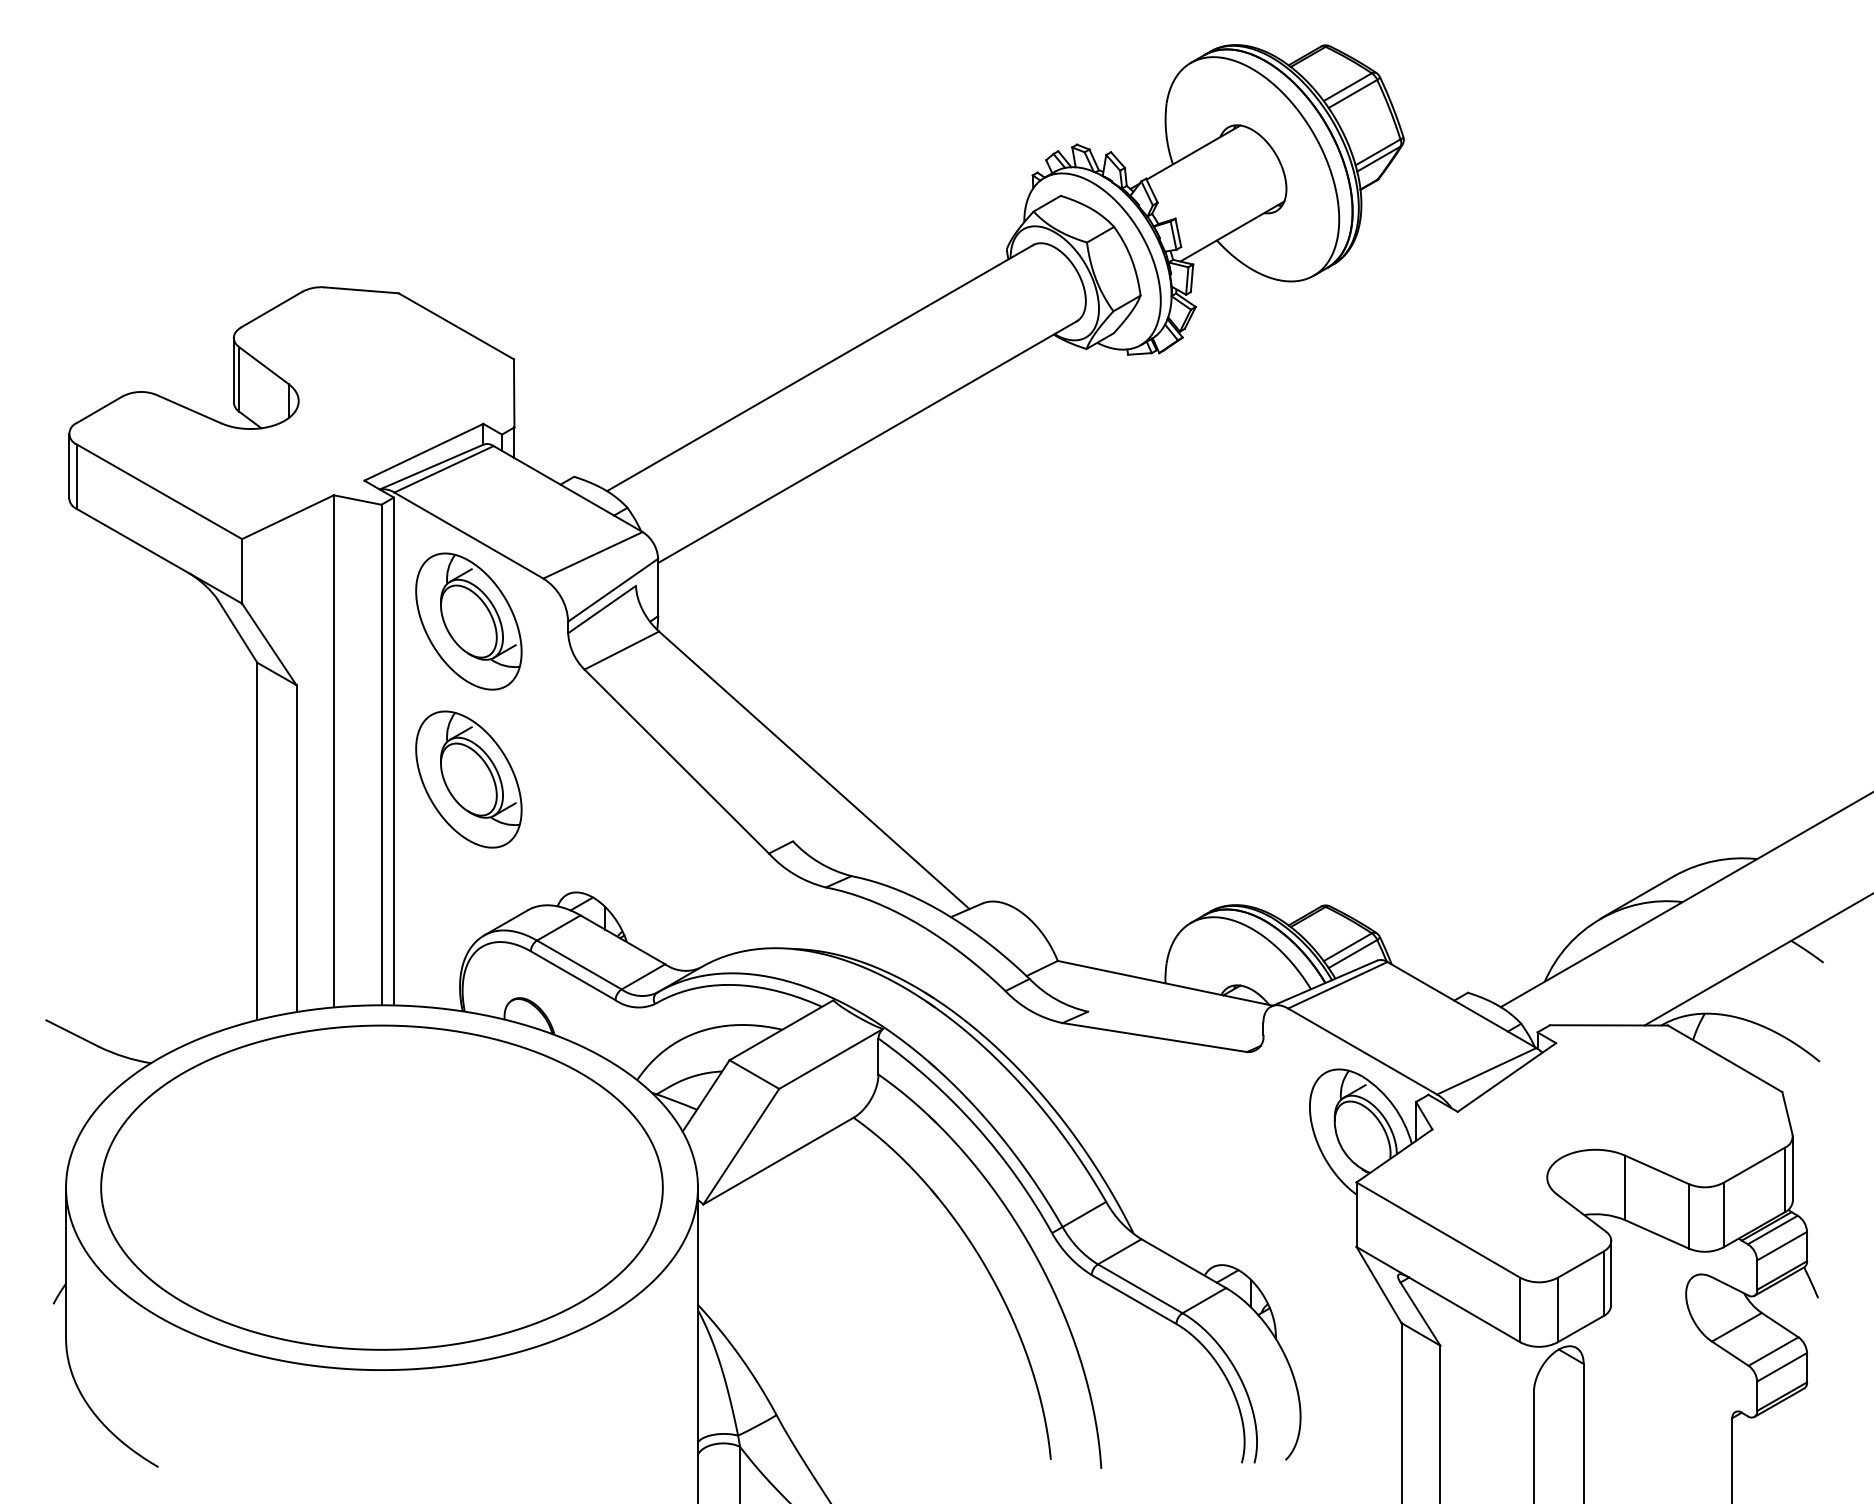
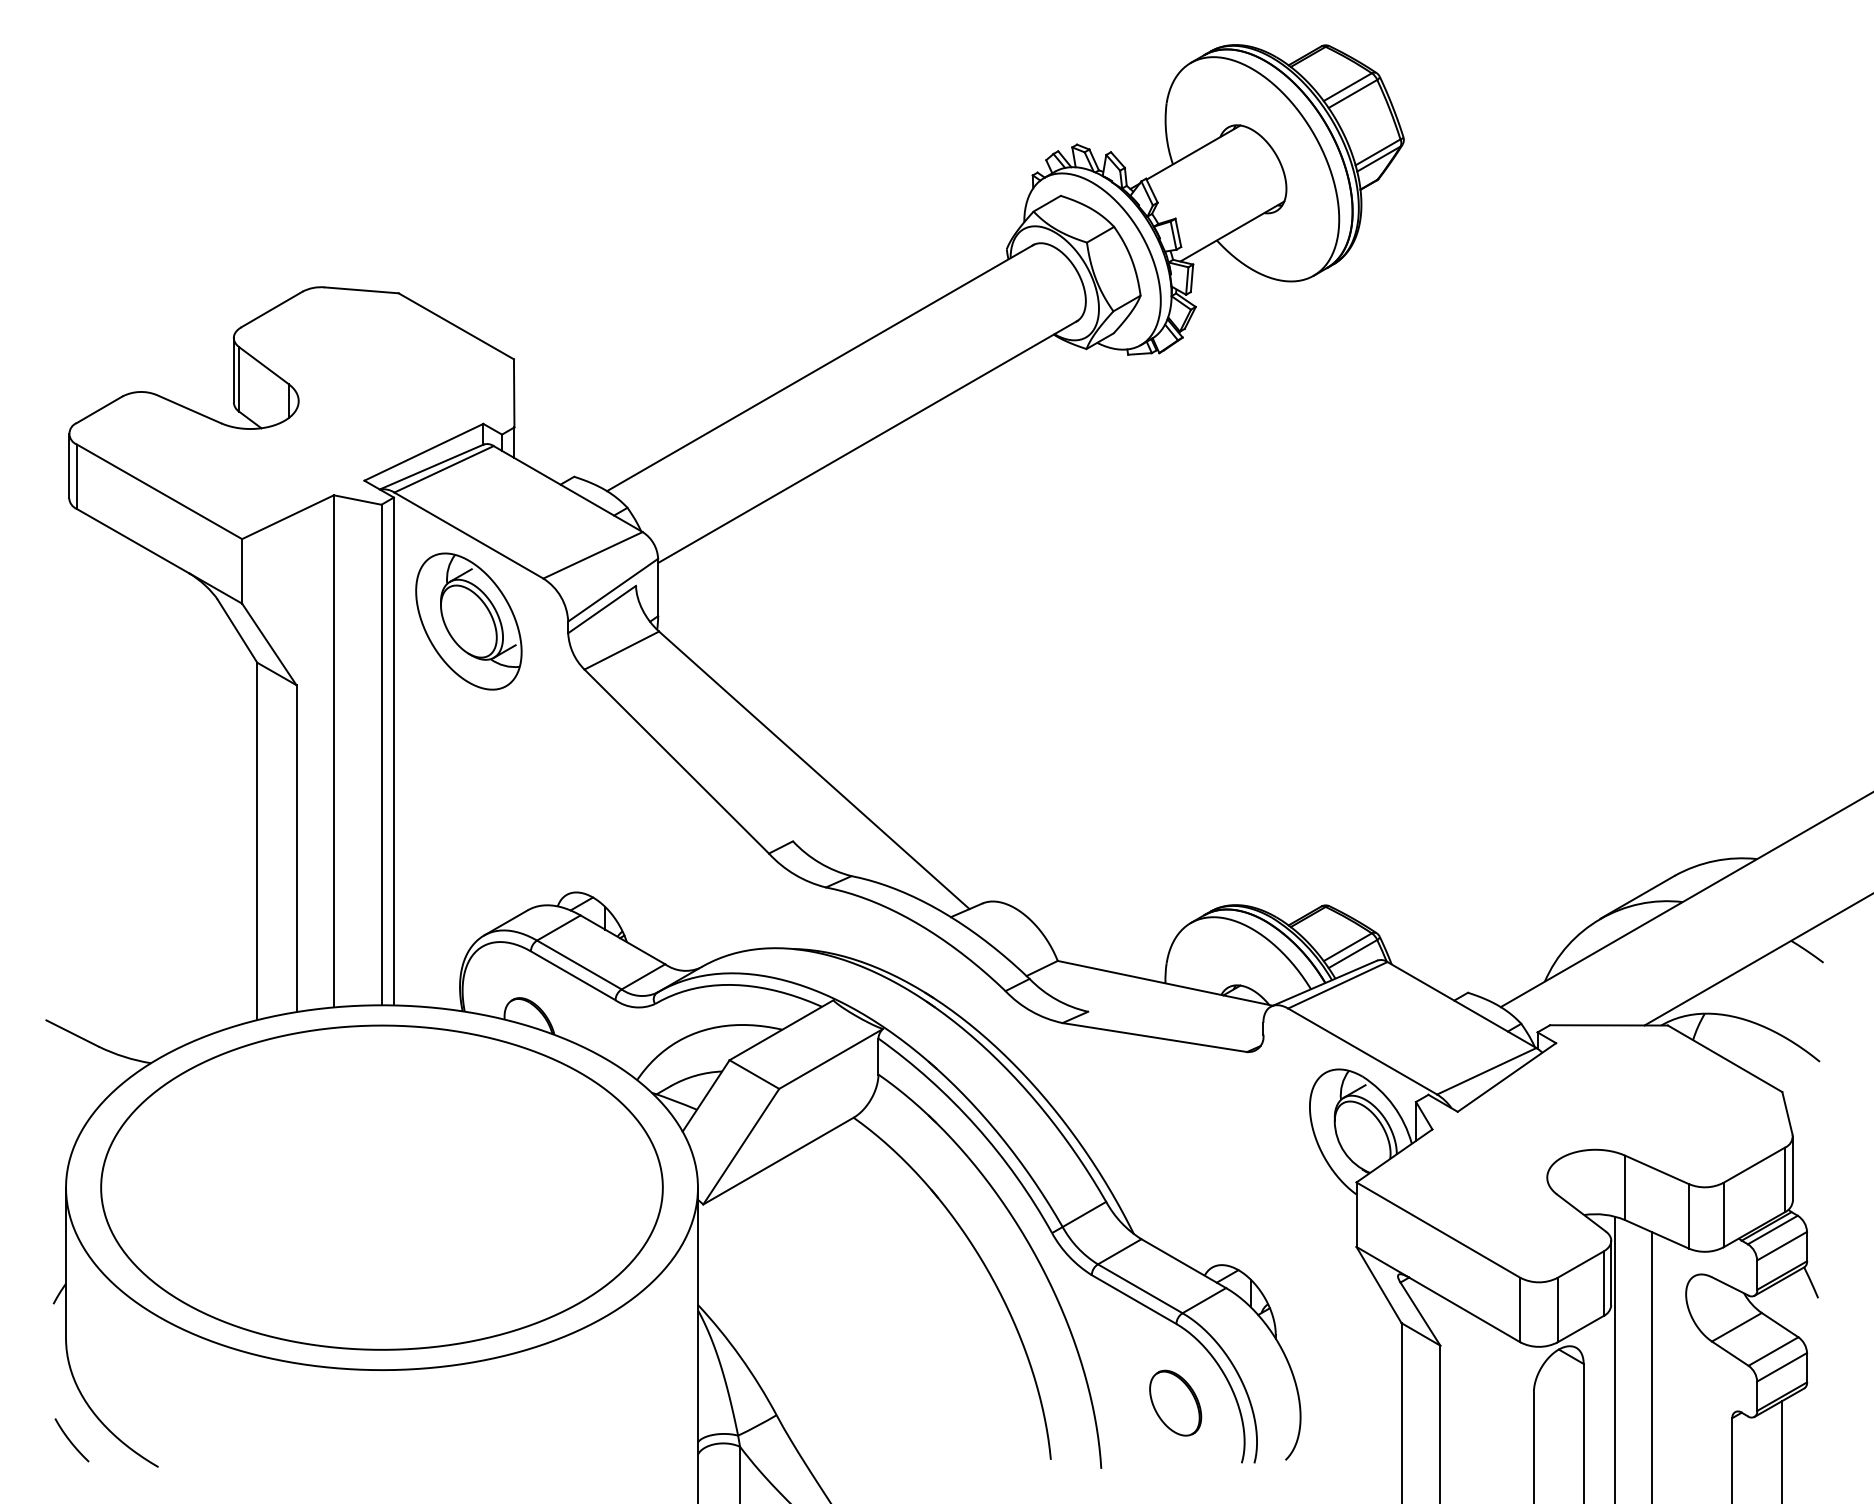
part at (468, 779): present -> none
line at (1614, 1358): none -> present
line at (1652, 1366): none -> present
part at (1175, 1402): none -> present
curve at (70, 1440): none -> present
line at (1782, 1450): none -> present
